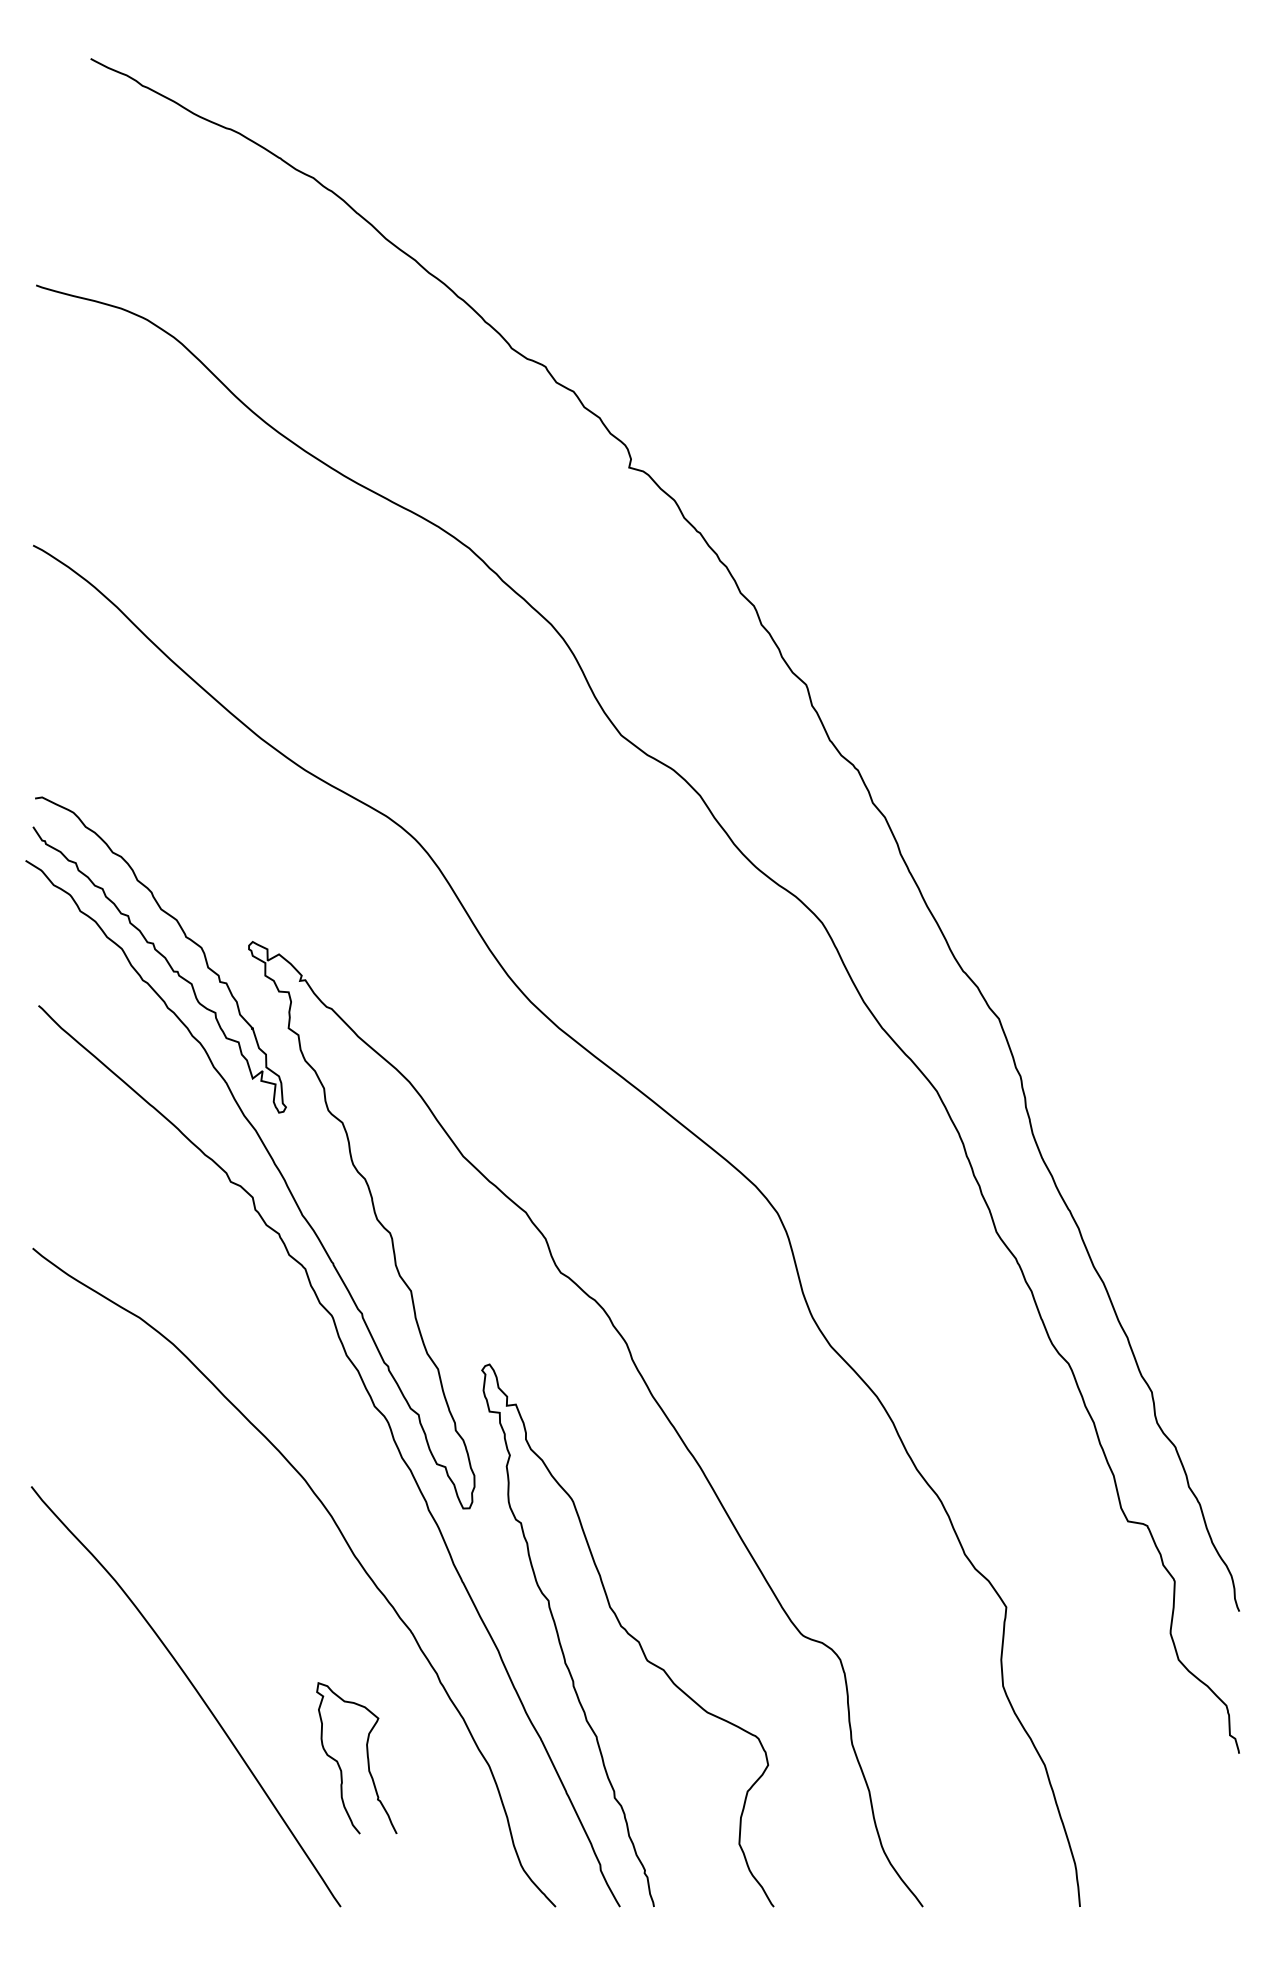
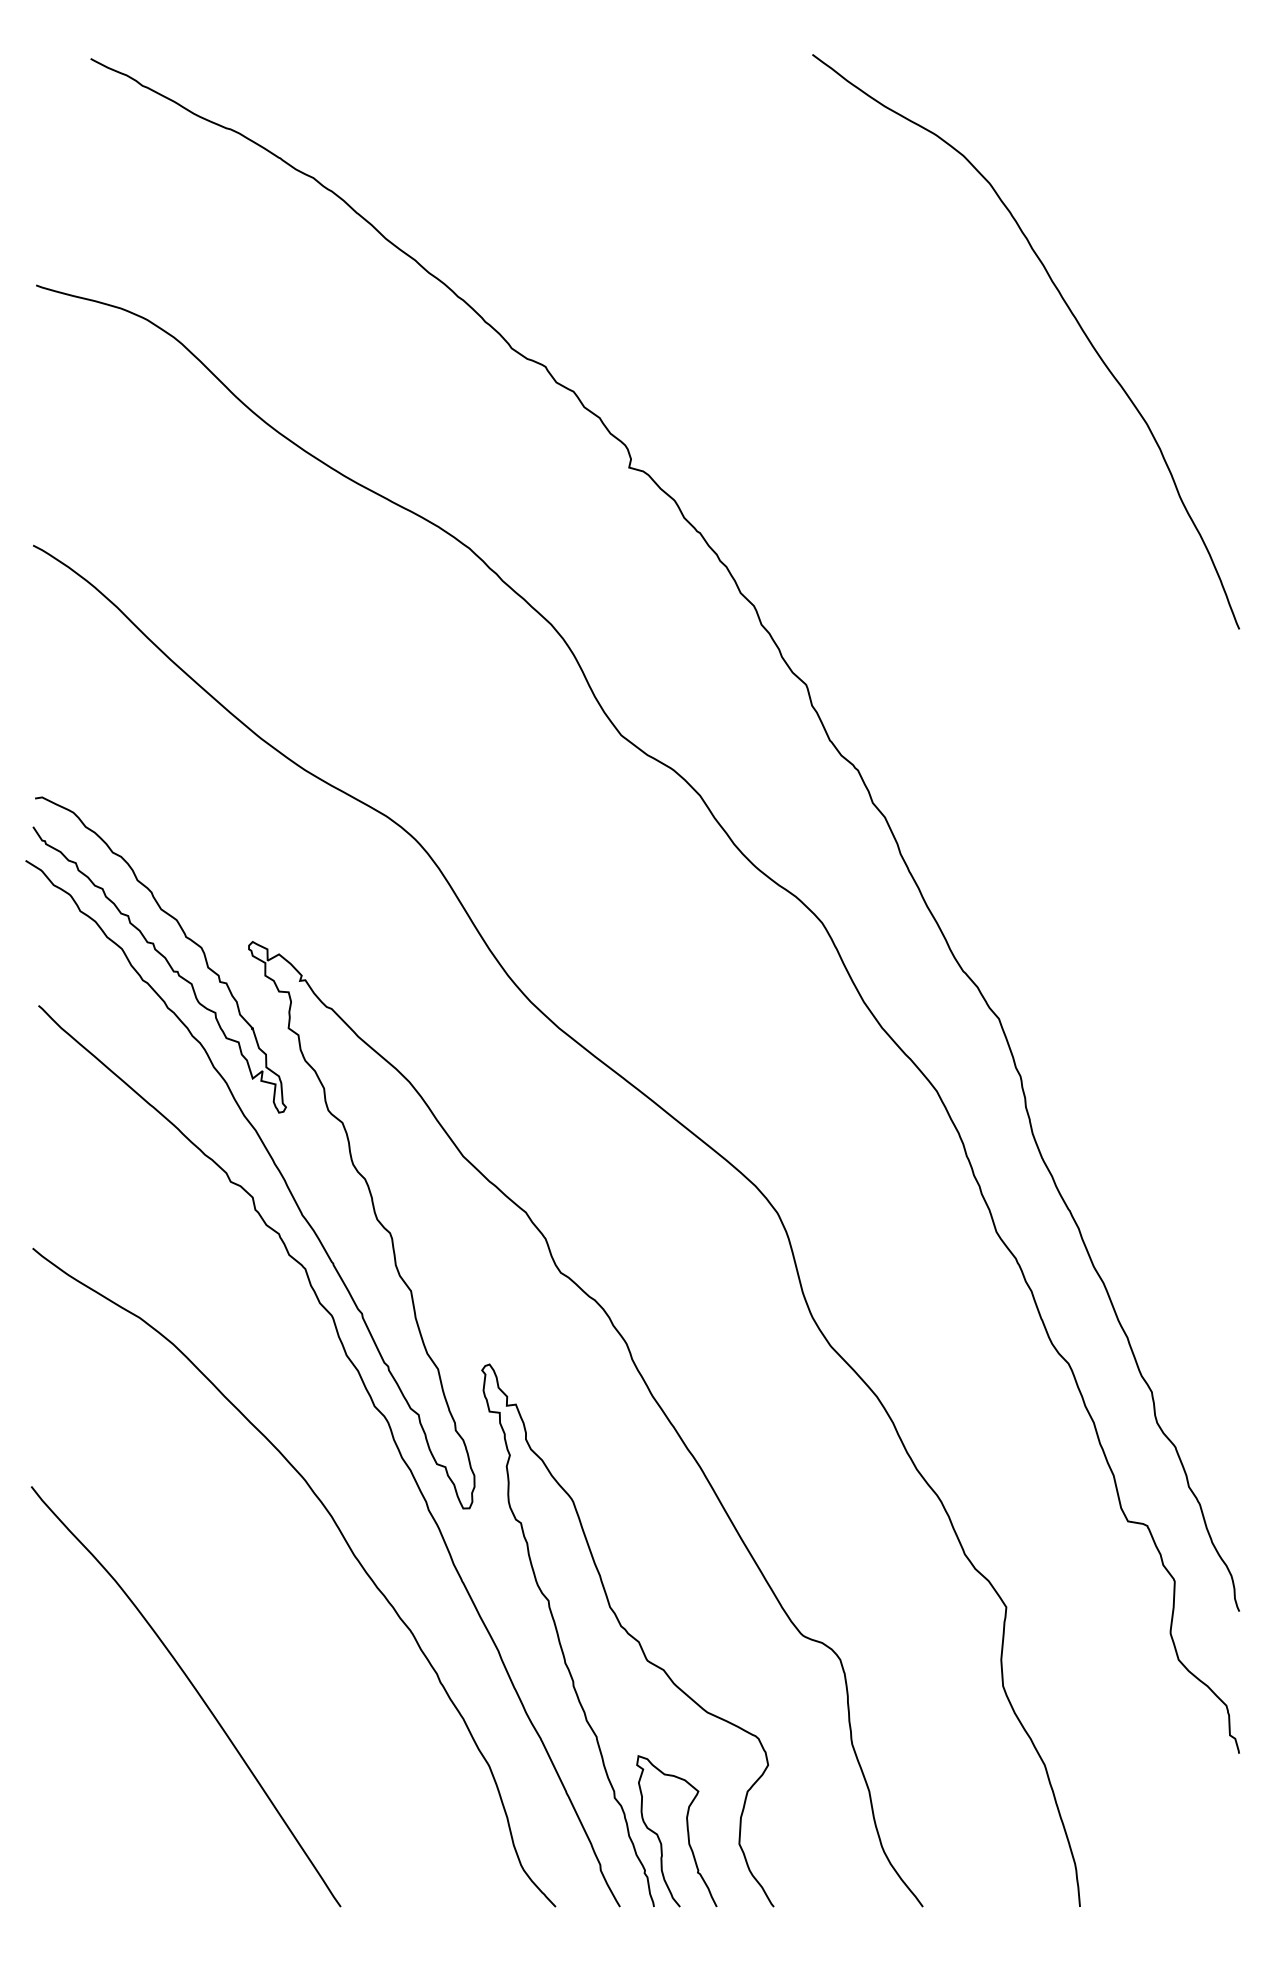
curve at (1071, 314): none -> present
curve at (366, 1755) position: (366, 1755) -> (686, 1828)
